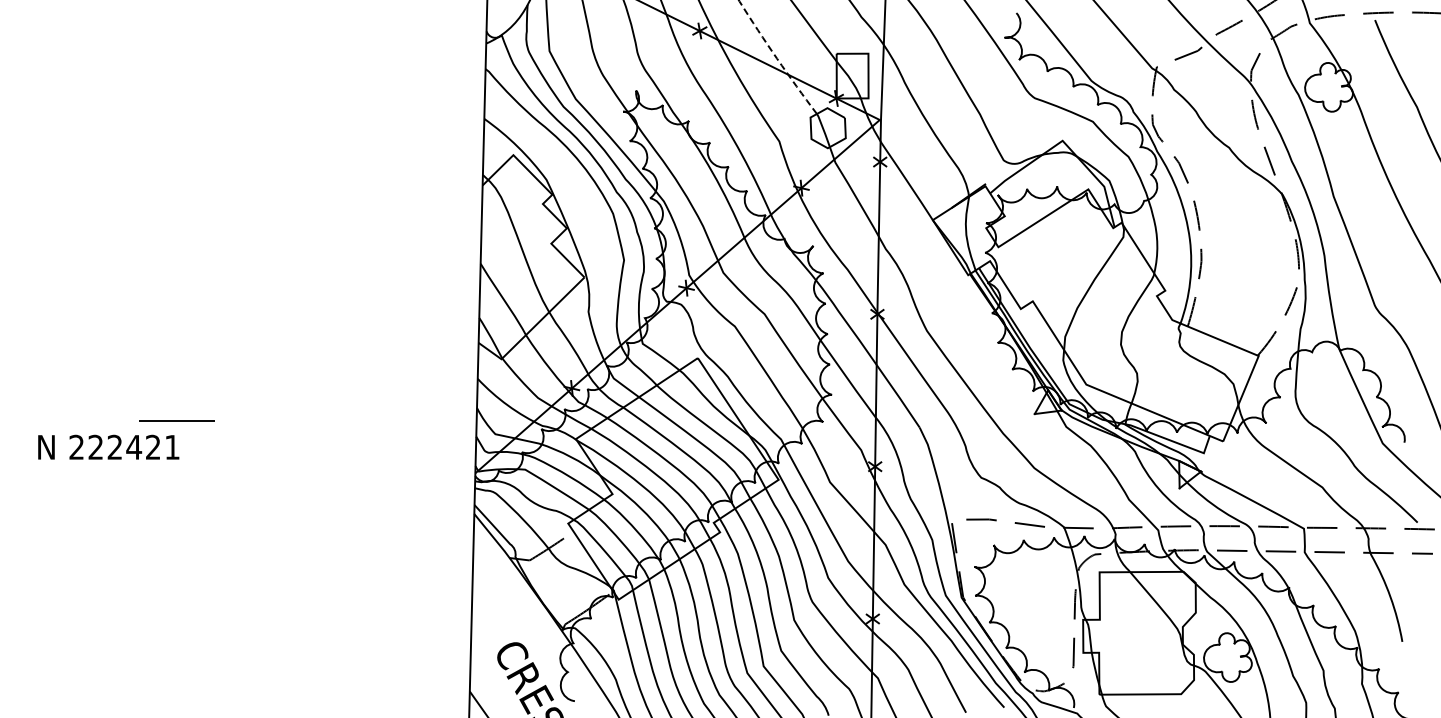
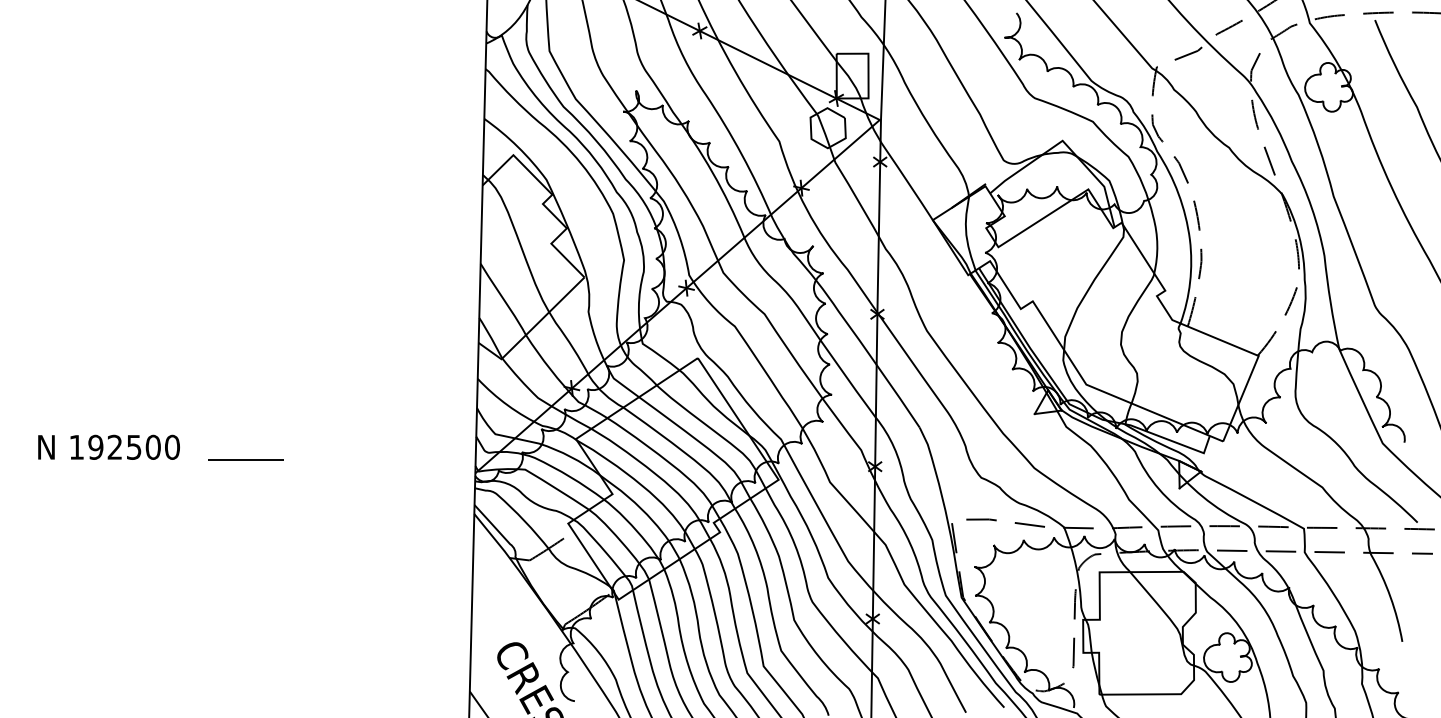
line at (776, 57): dashed -> solid
line at (176, 420) position: (176, 420) -> (245, 459)
text at (124, 446): 222421 -> 192500
